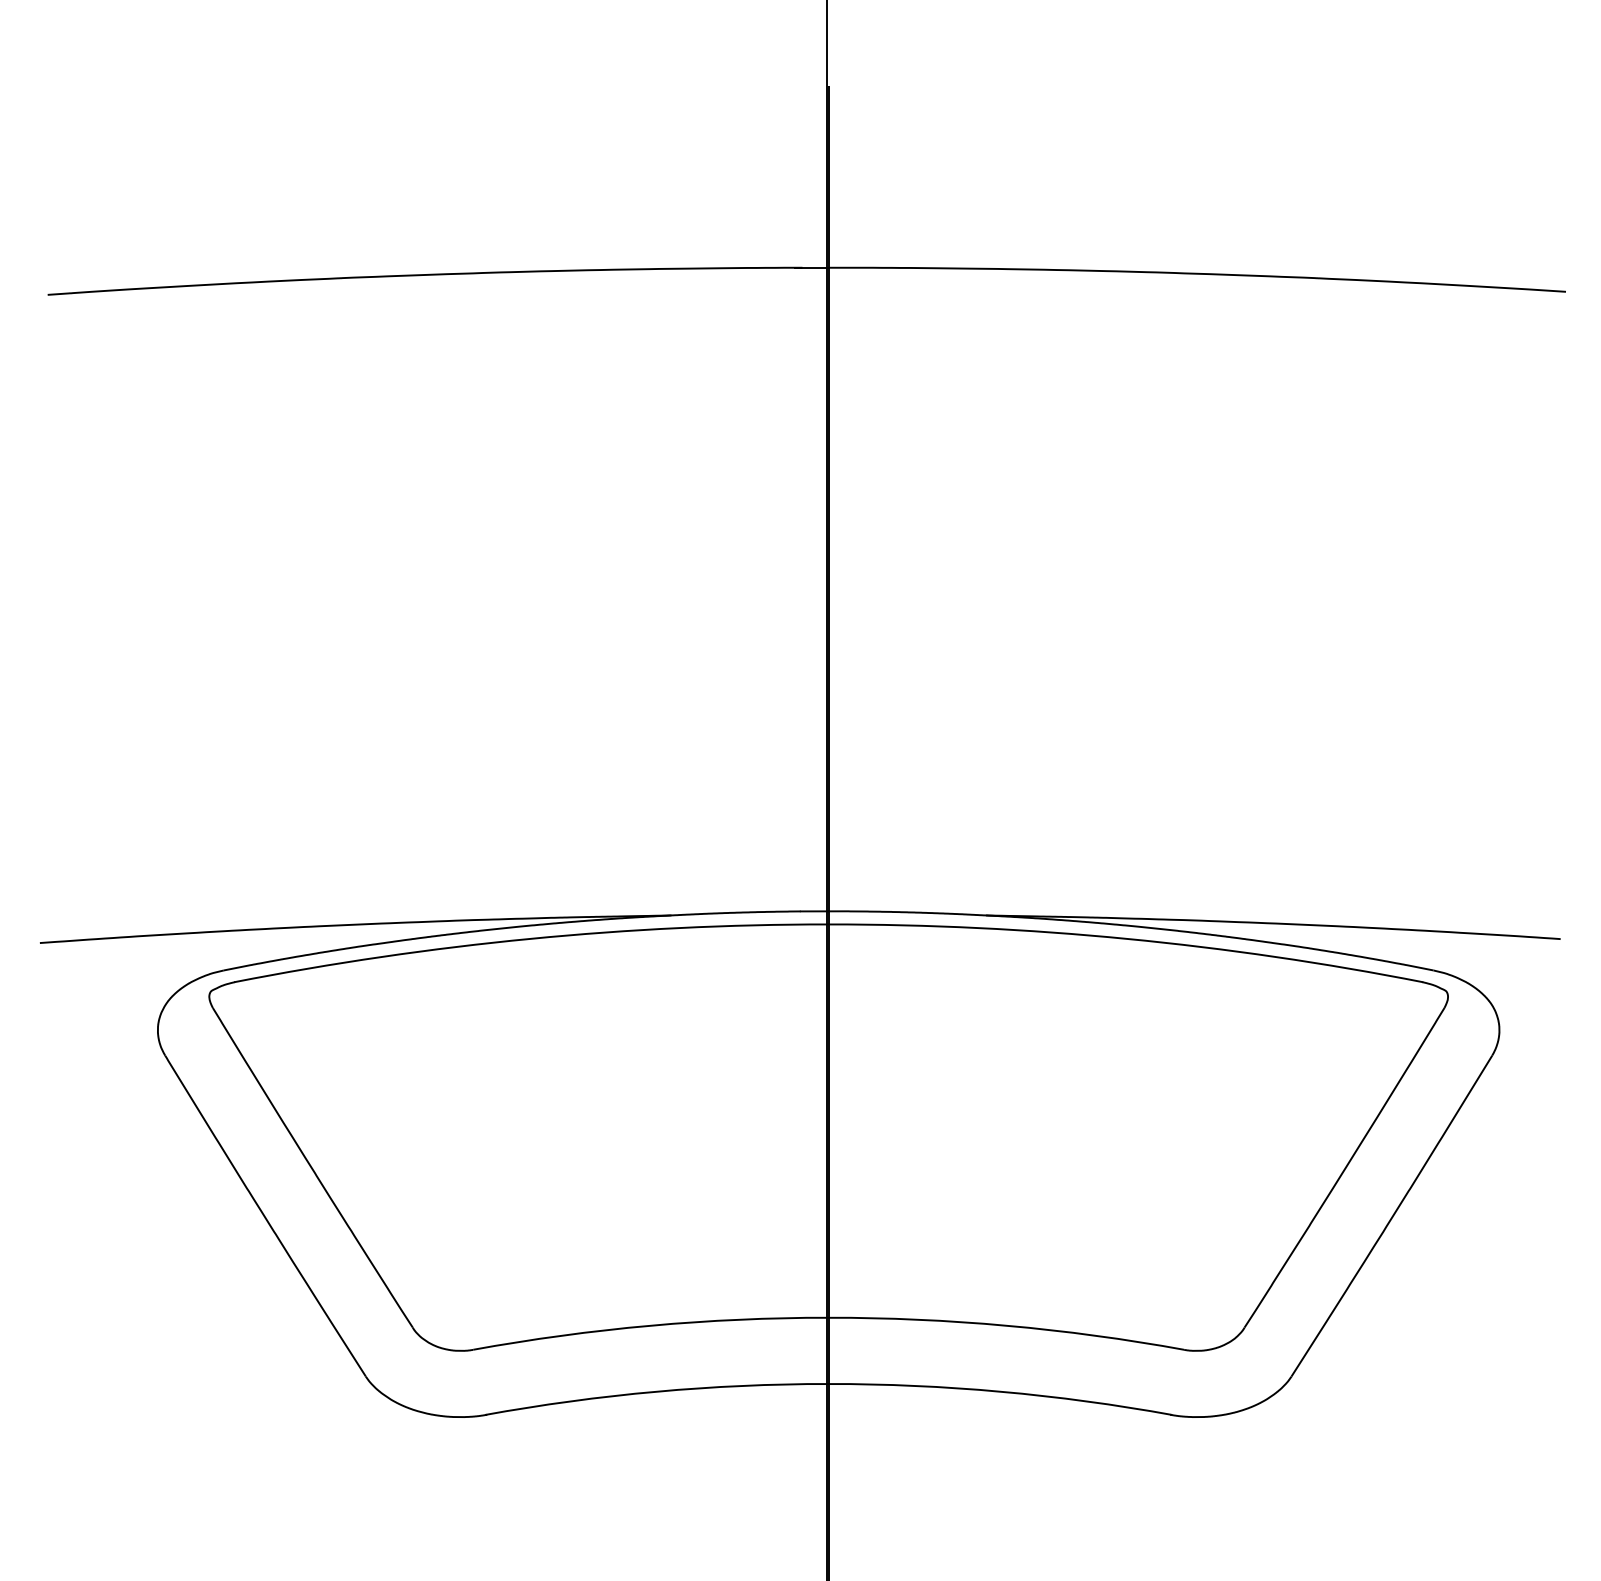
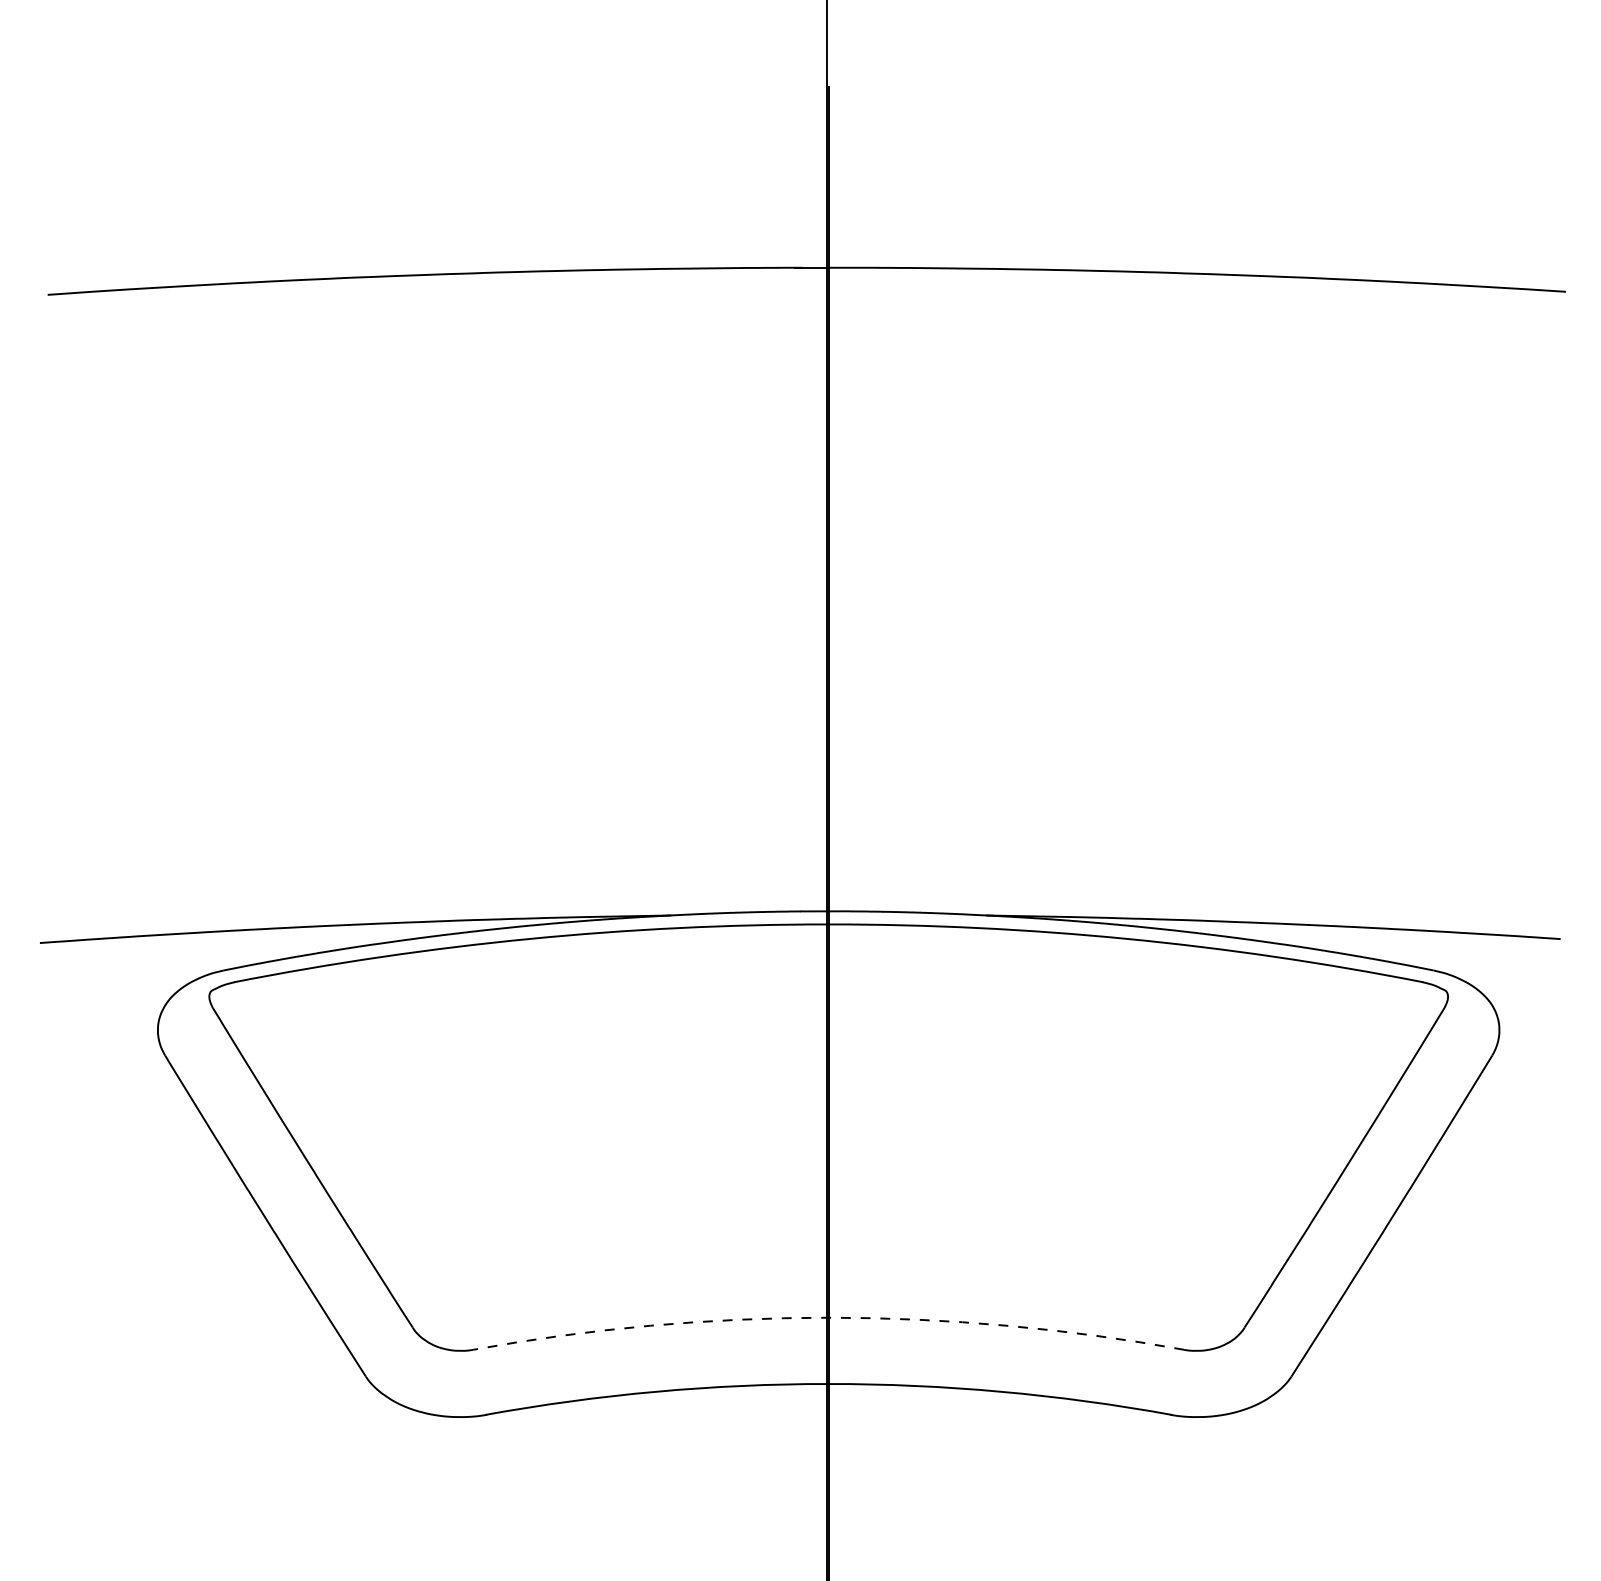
arc at (828, 1317): solid -> dashed
